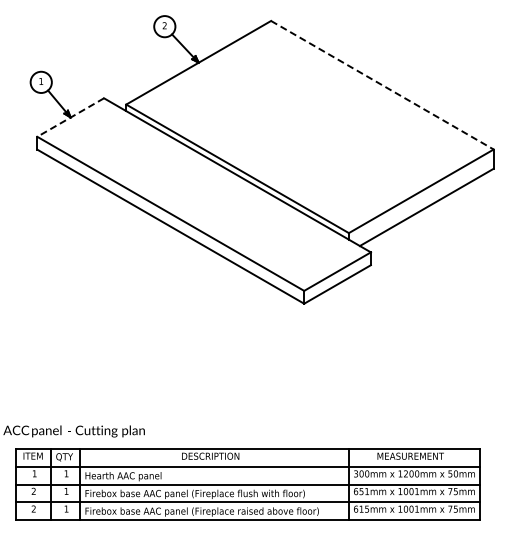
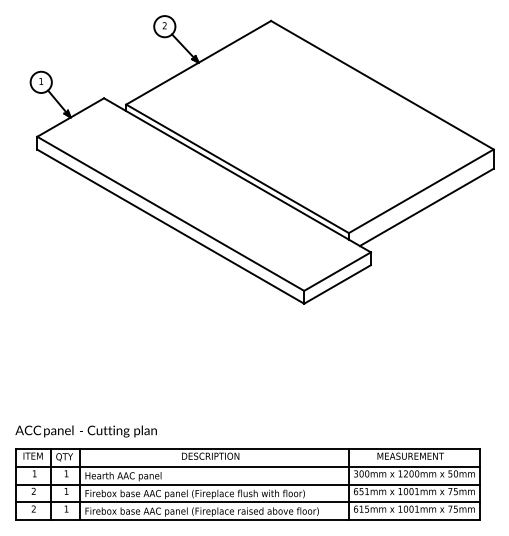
line at (382, 85): dashed -> solid
line at (70, 117): dashed -> solid
text at (73, 431) position: (73, 431) -> (85, 431)
